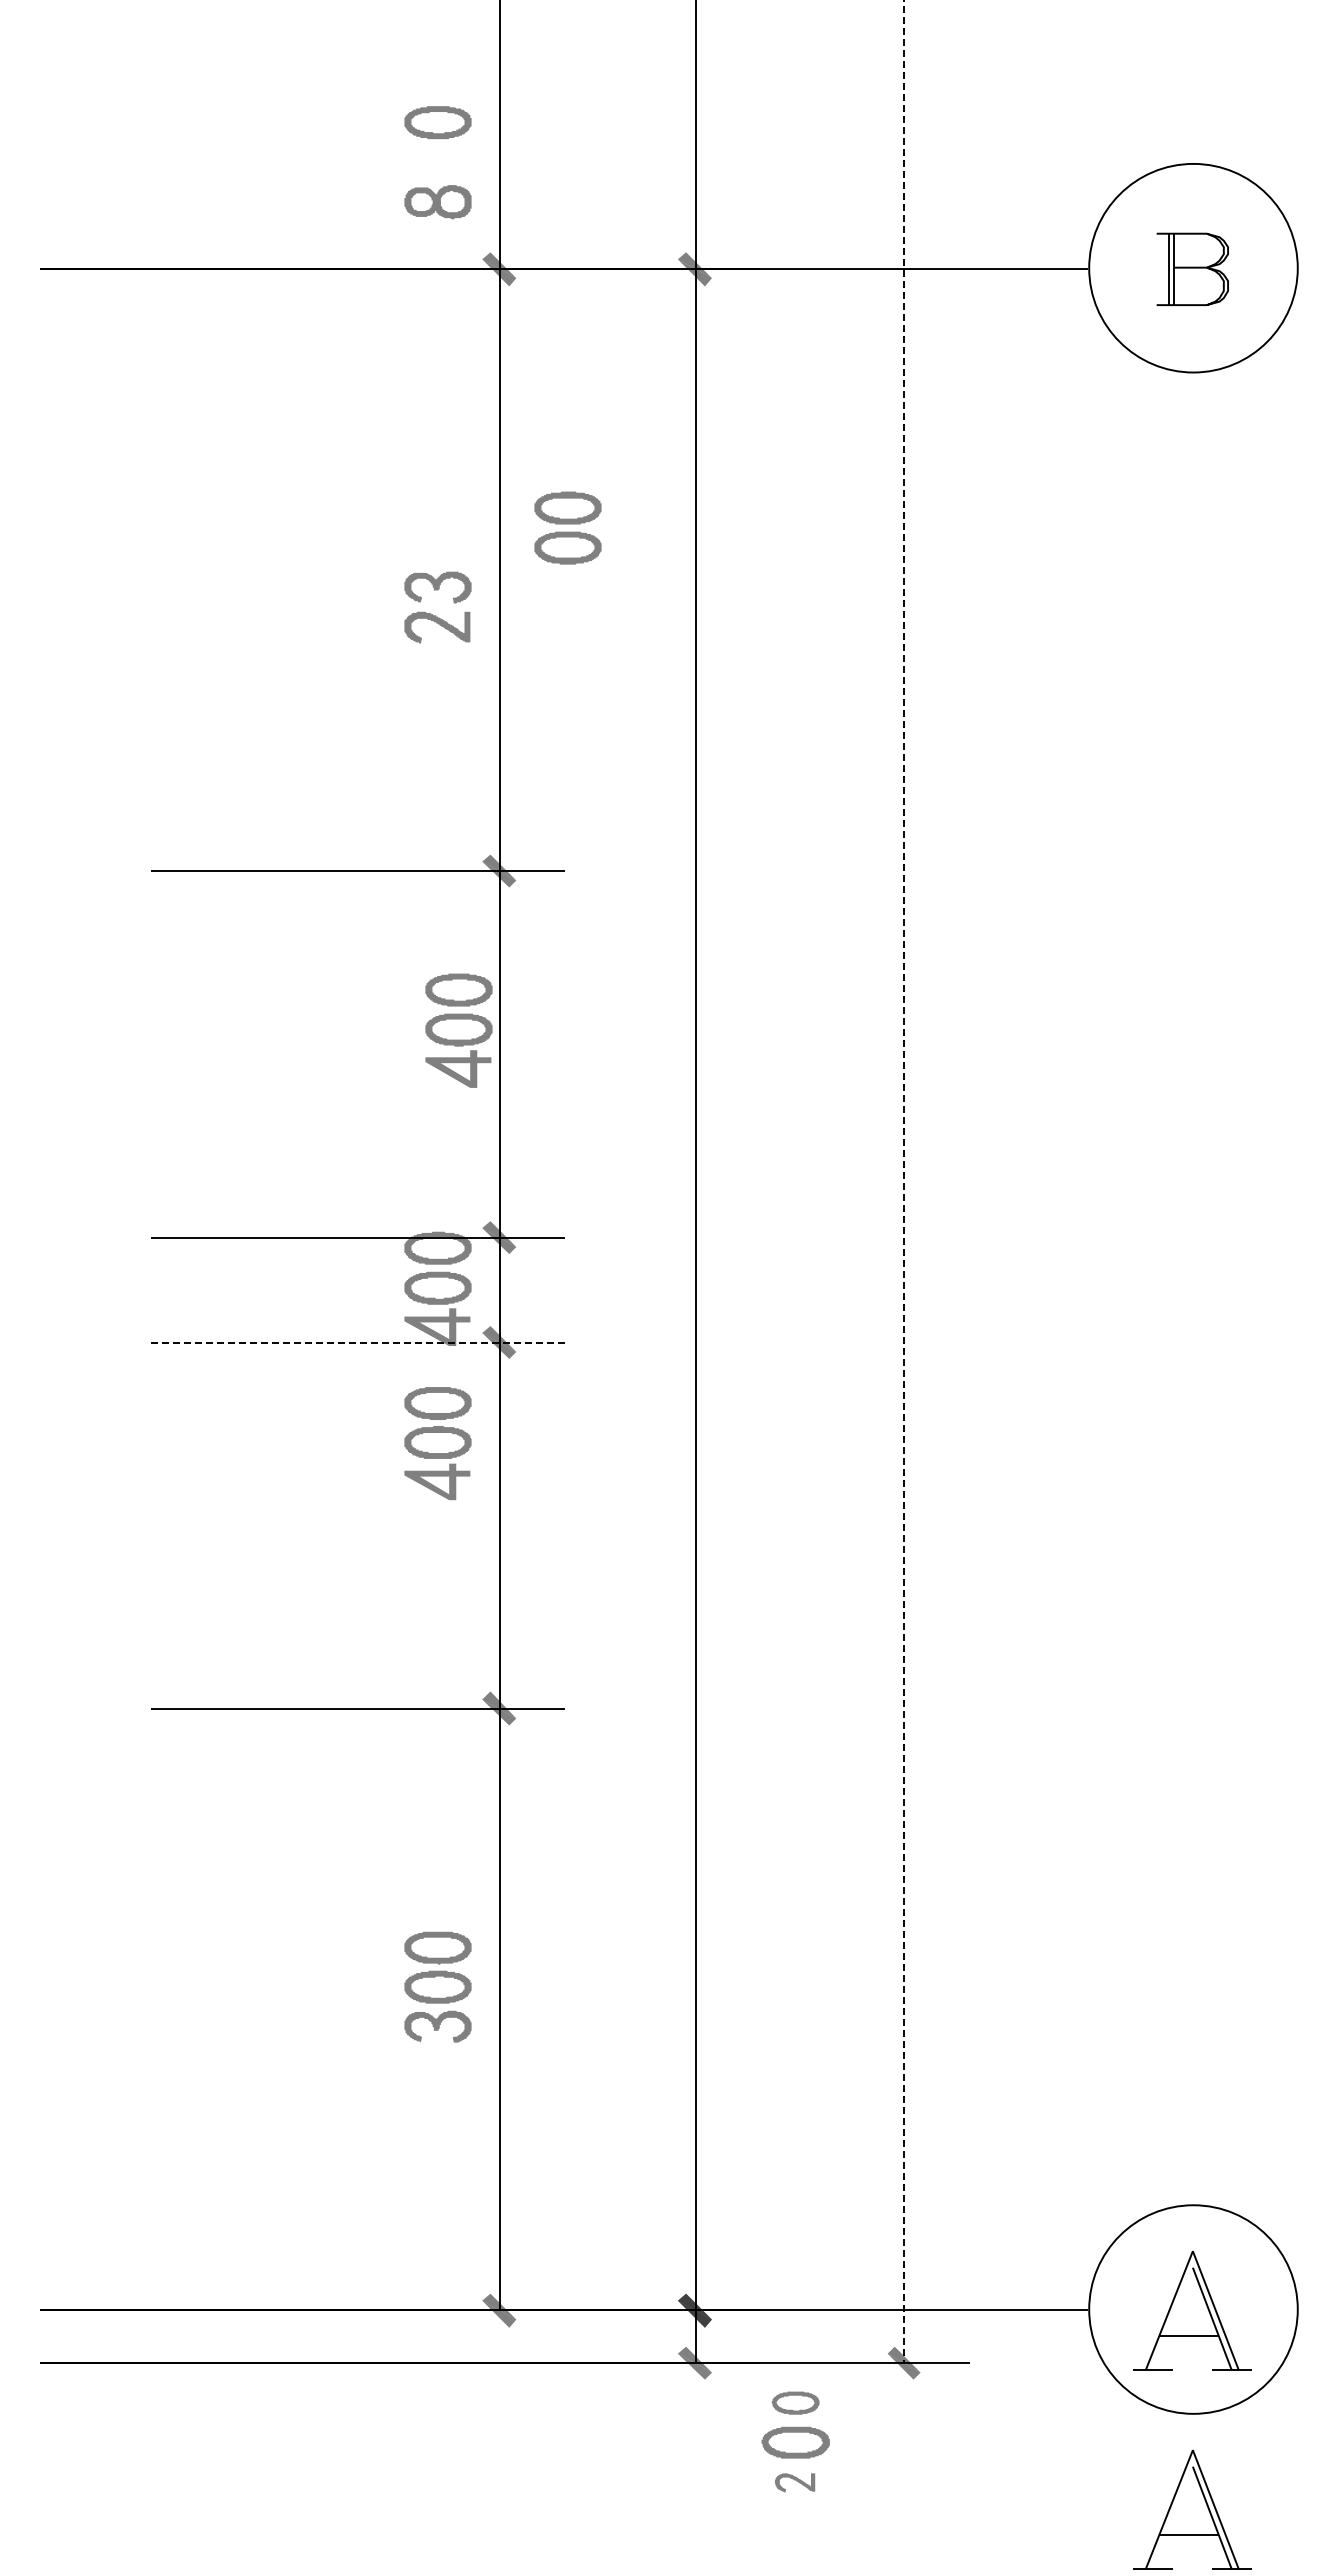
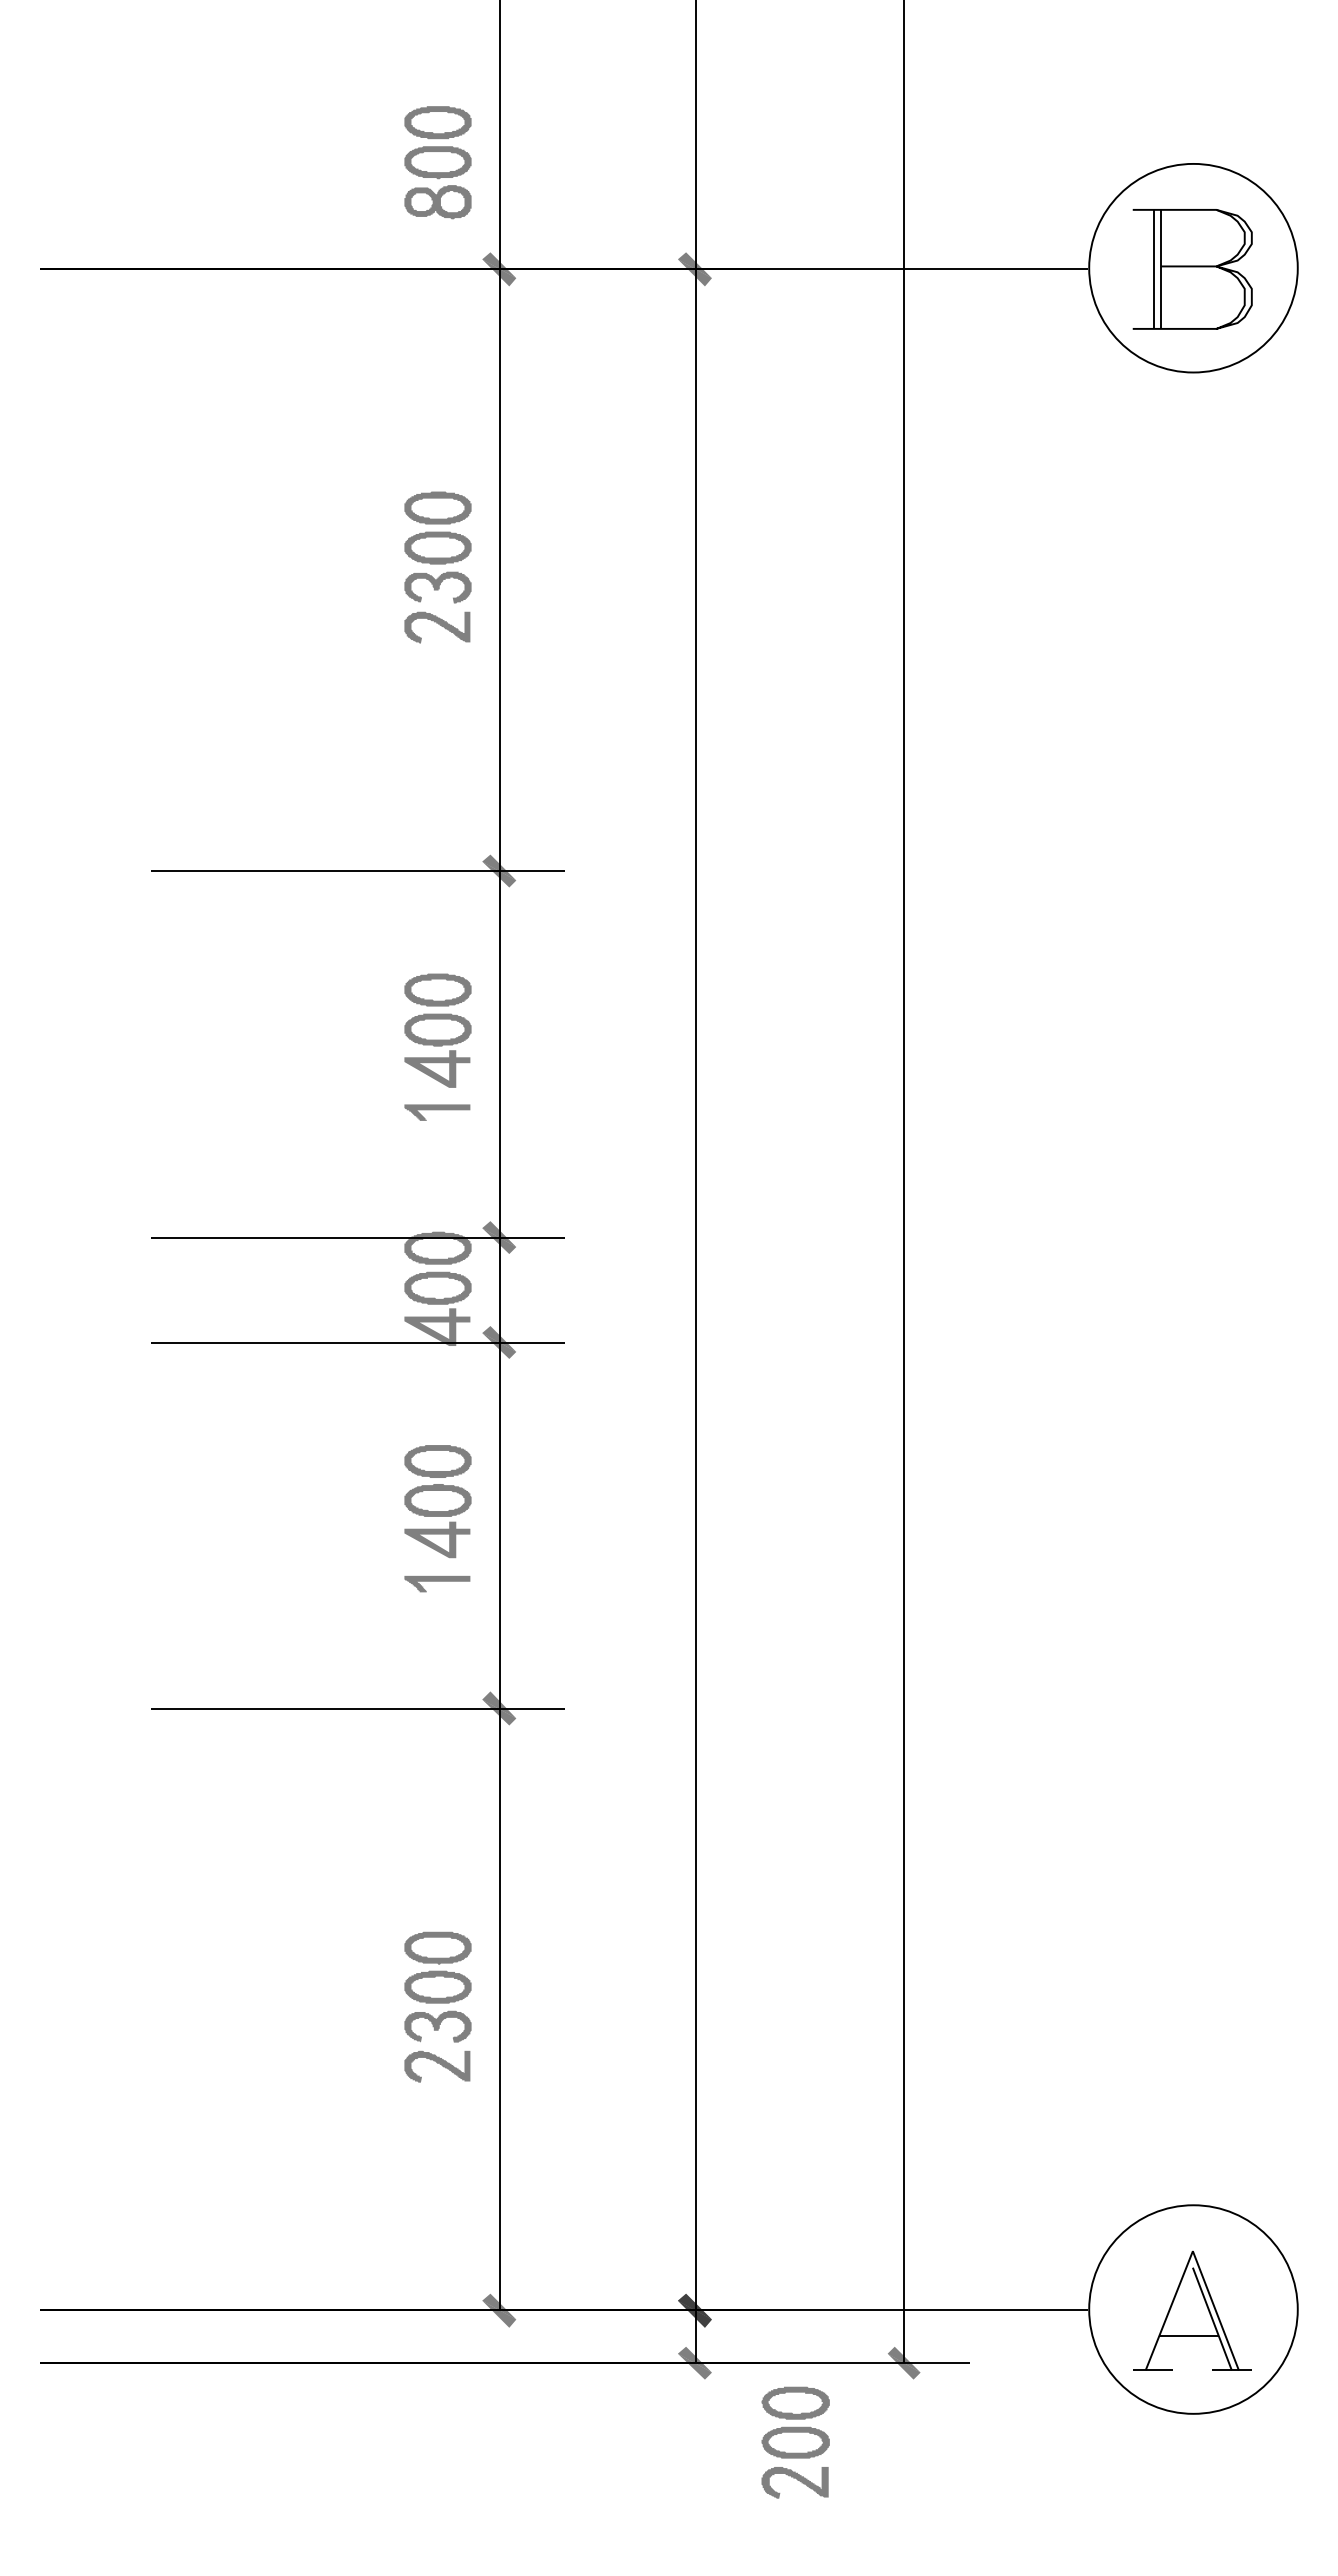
part at (437, 162): none -> present
part at (1192, 268) size: 73x74 px -> 121x121 px
part at (567, 527) position: (567, 527) -> (437, 527)
part at (458, 1030) position: (458, 1030) -> (437, 1030)
fill at (437, 1112): none -> present
line at (904, 1182): dashed -> solid
line at (357, 1342): dashed -> solid
part at (437, 1443) position: (437, 1443) -> (437, 1501)
fill at (437, 1583): none -> present
fill at (437, 2066): none -> present
part at (795, 2402) size: 49x24 px -> 69x34 px
part at (794, 2482) size: 40x20 px -> 68x32 px
part at (1192, 2509): present -> none
